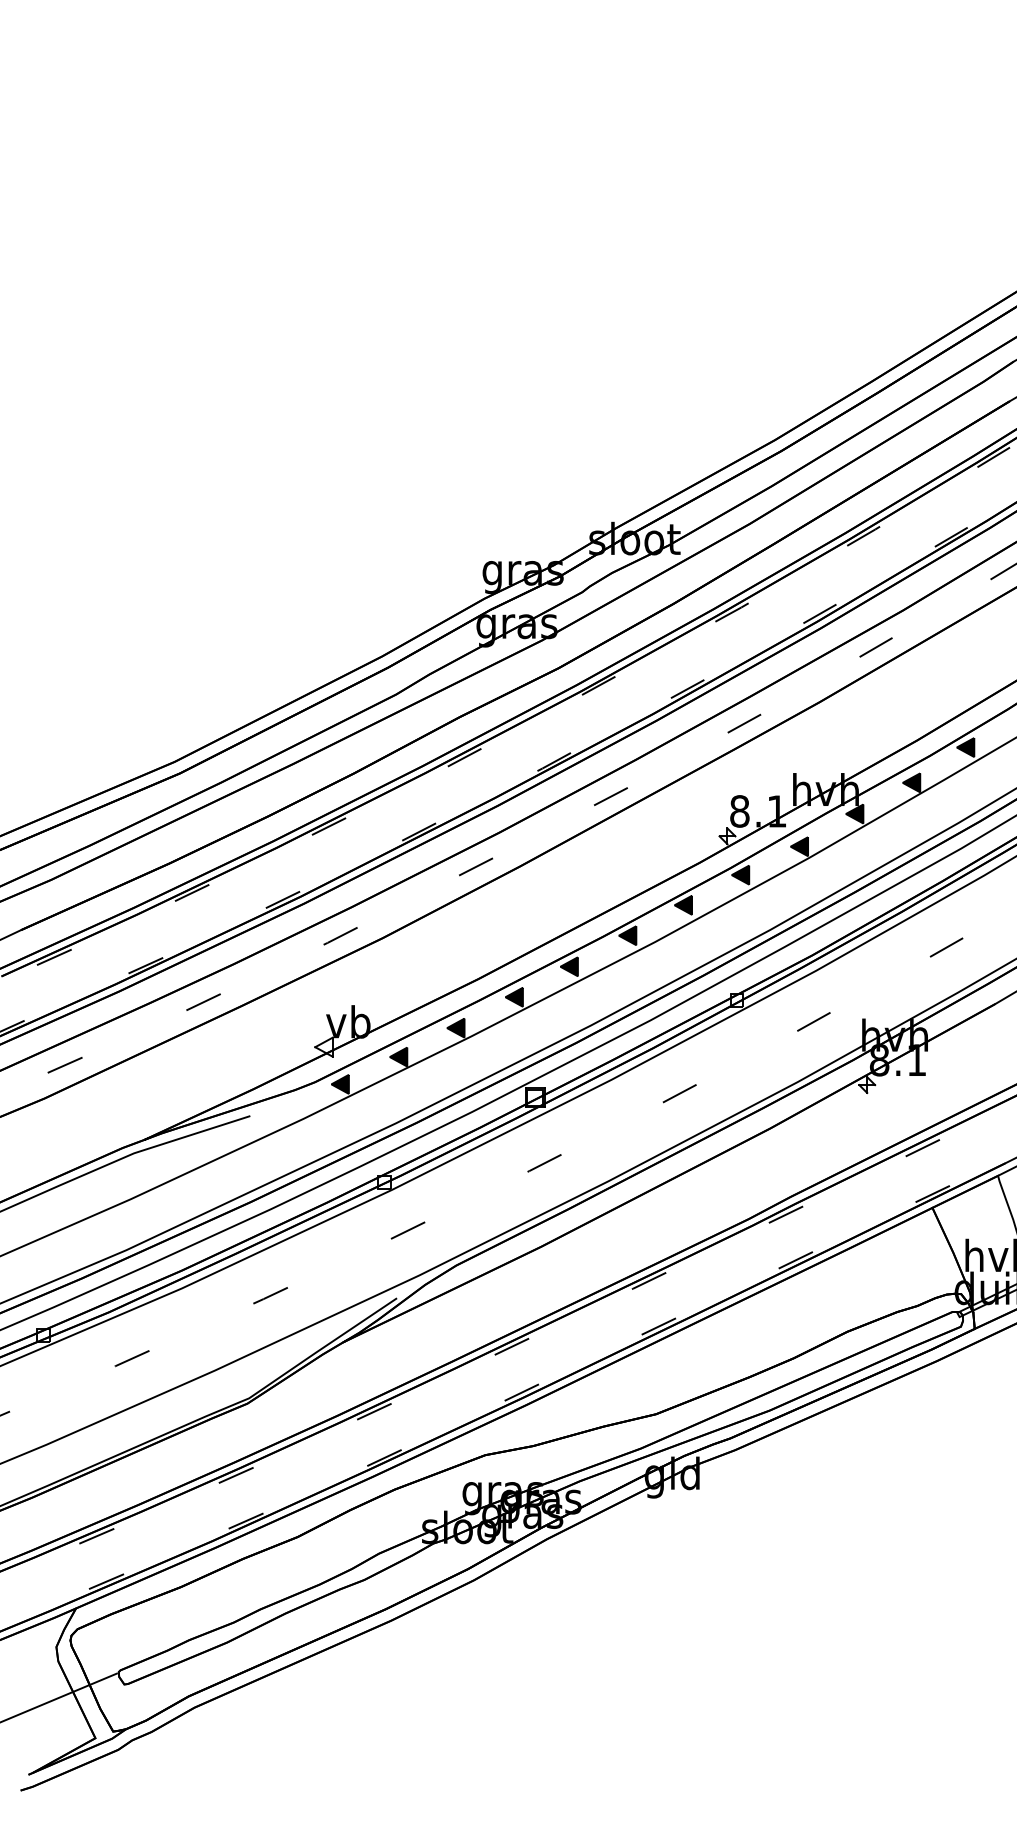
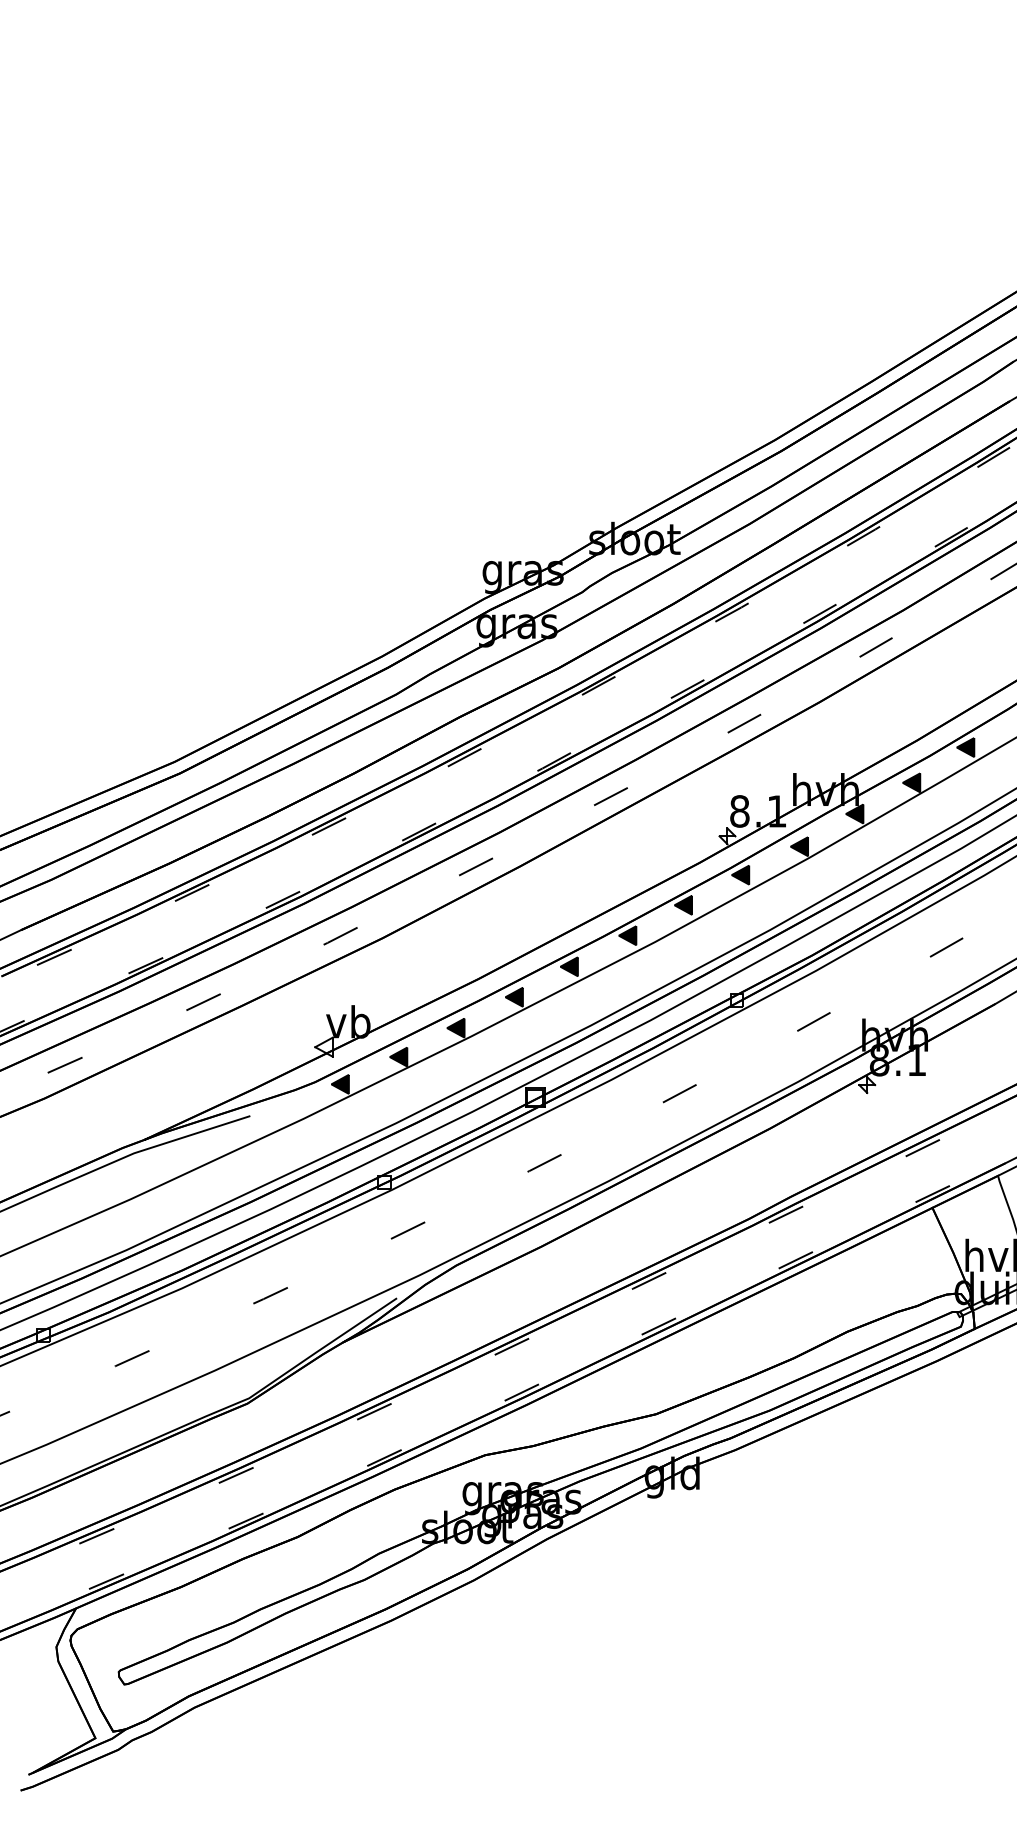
line at (59, 1697): present -> none
